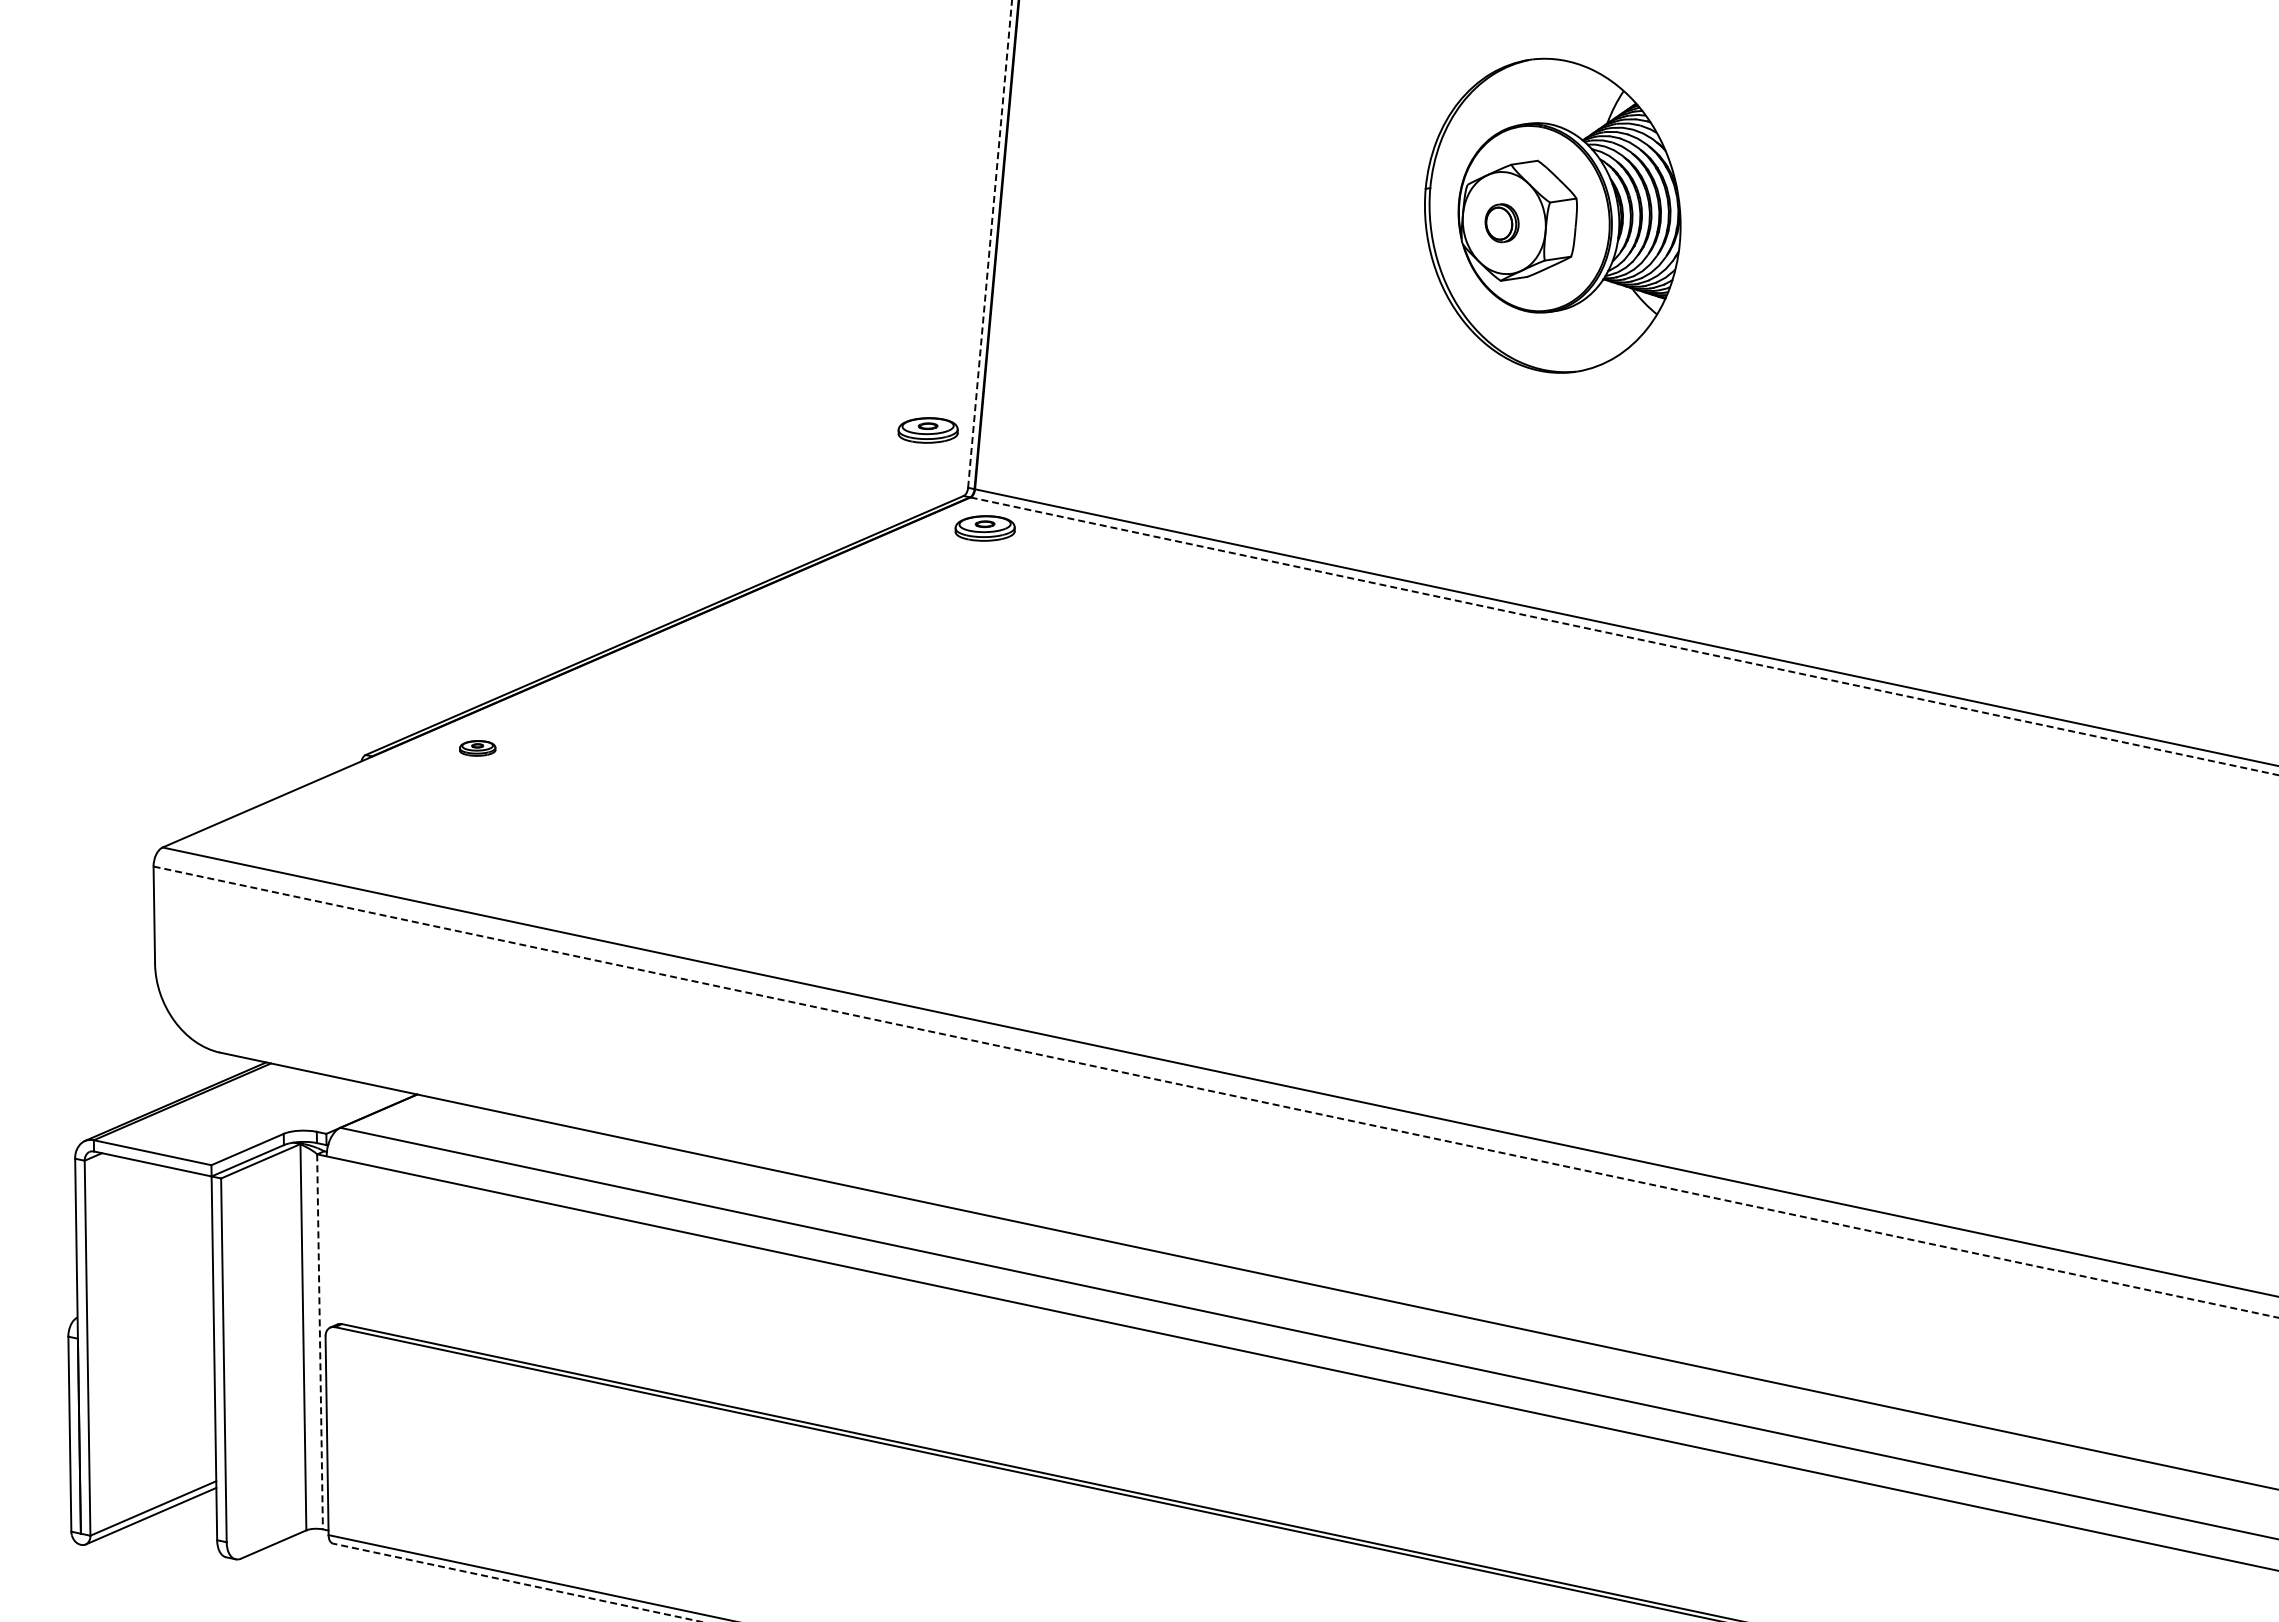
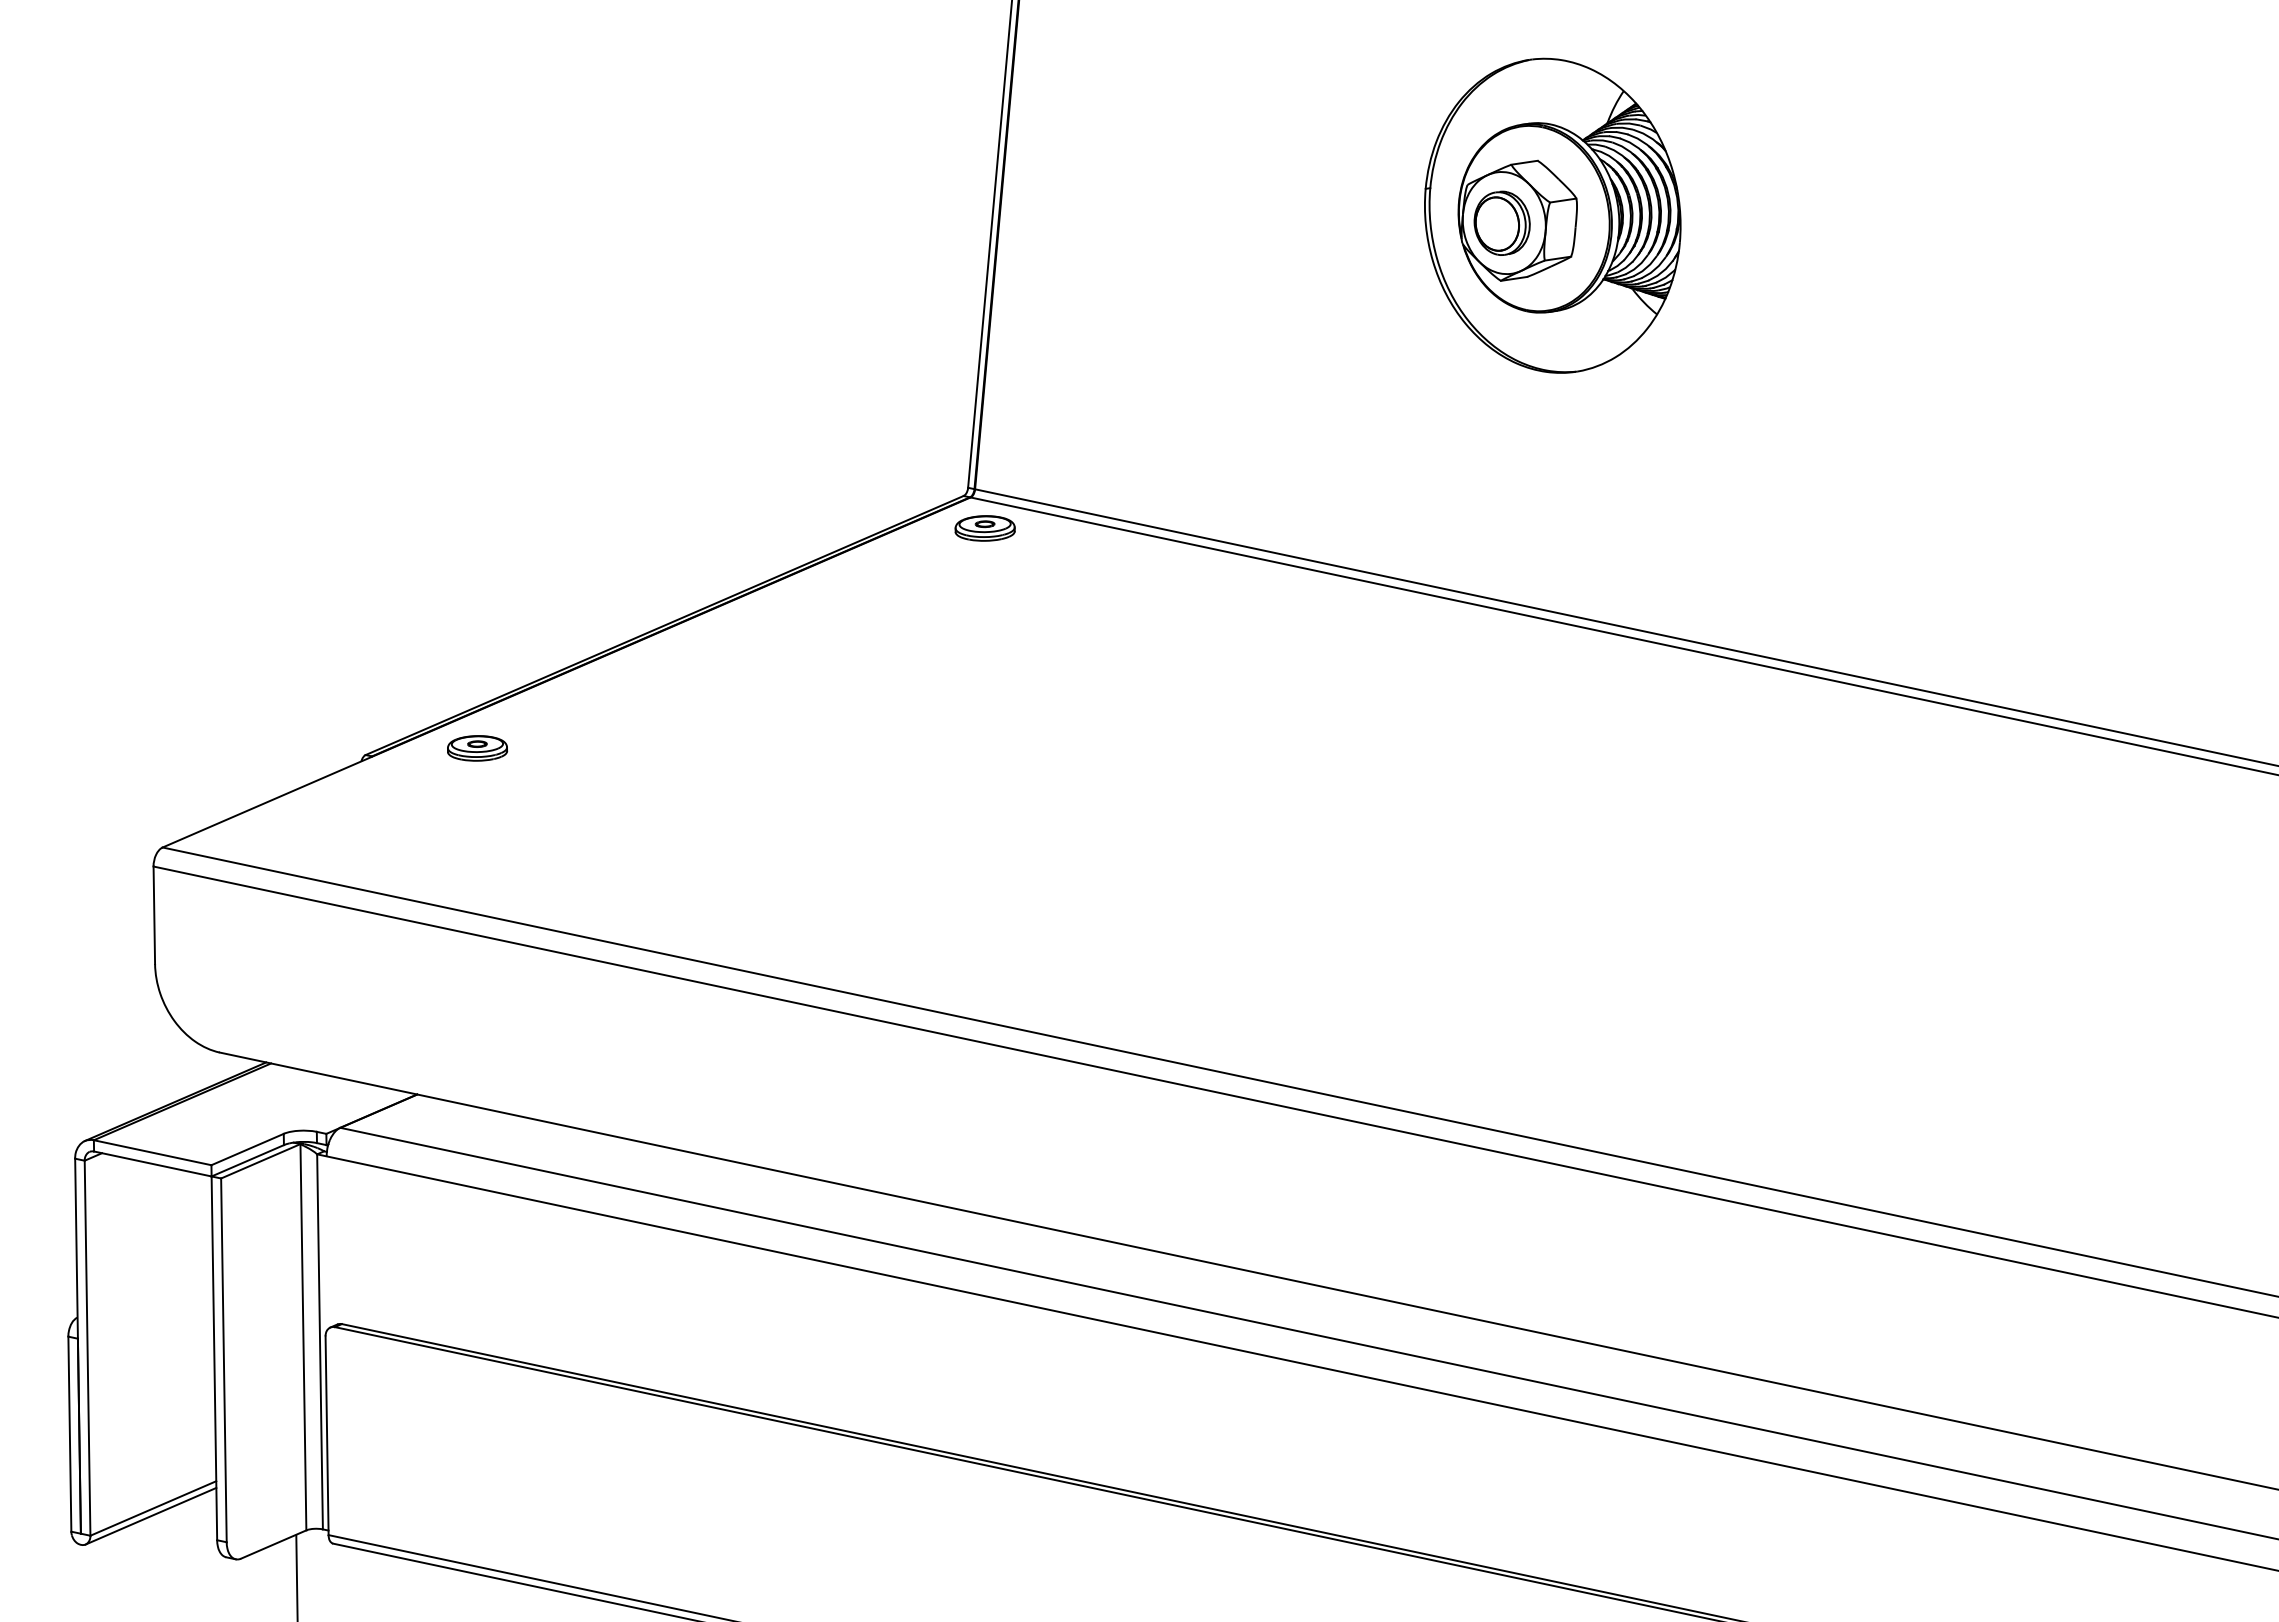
part at (1501, 223) size: 36x41 px -> 58x66 px
line at (990, 243): dashed -> solid
part at (927, 430): present -> none
line at (1624, 636): dashed -> solid
part at (477, 748) size: 38x17 px -> 62x27 px
line at (1216, 1092): dashed -> solid
line at (320, 1341): dashed -> solid
line at (296, 1576): none -> present
line at (517, 1582): dashed -> solid
